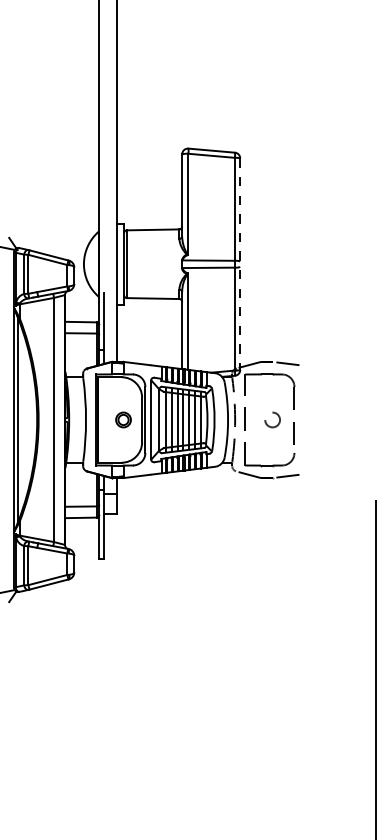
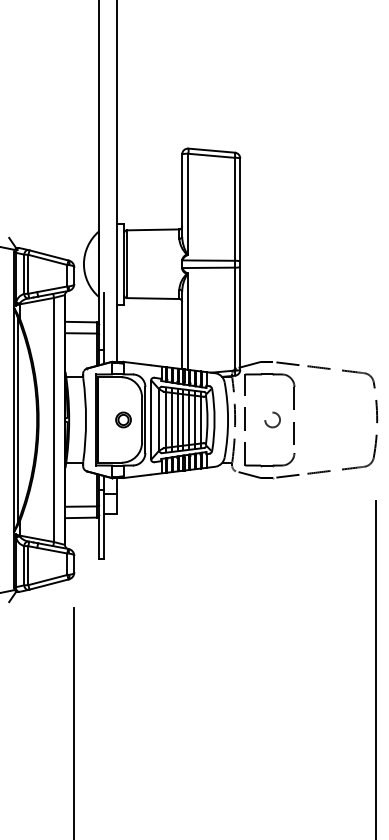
line at (240, 264): dashed -> solid
part at (376, 419): none -> present
line at (74, 722): none -> present
